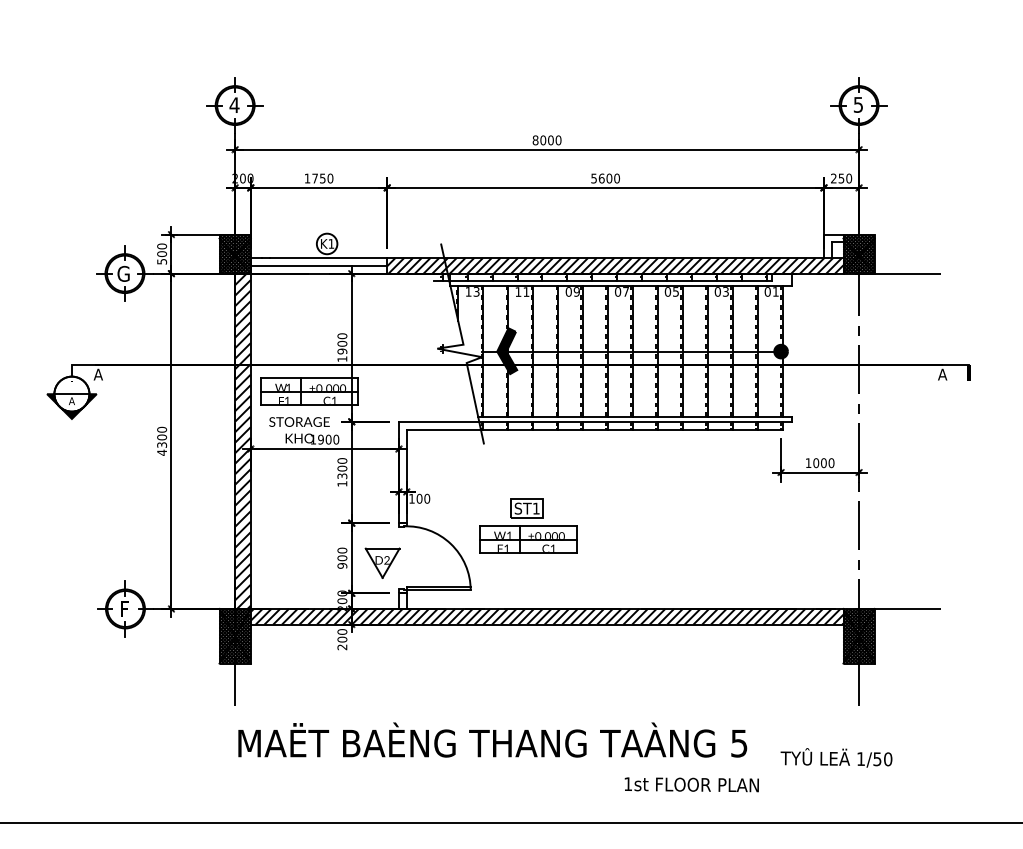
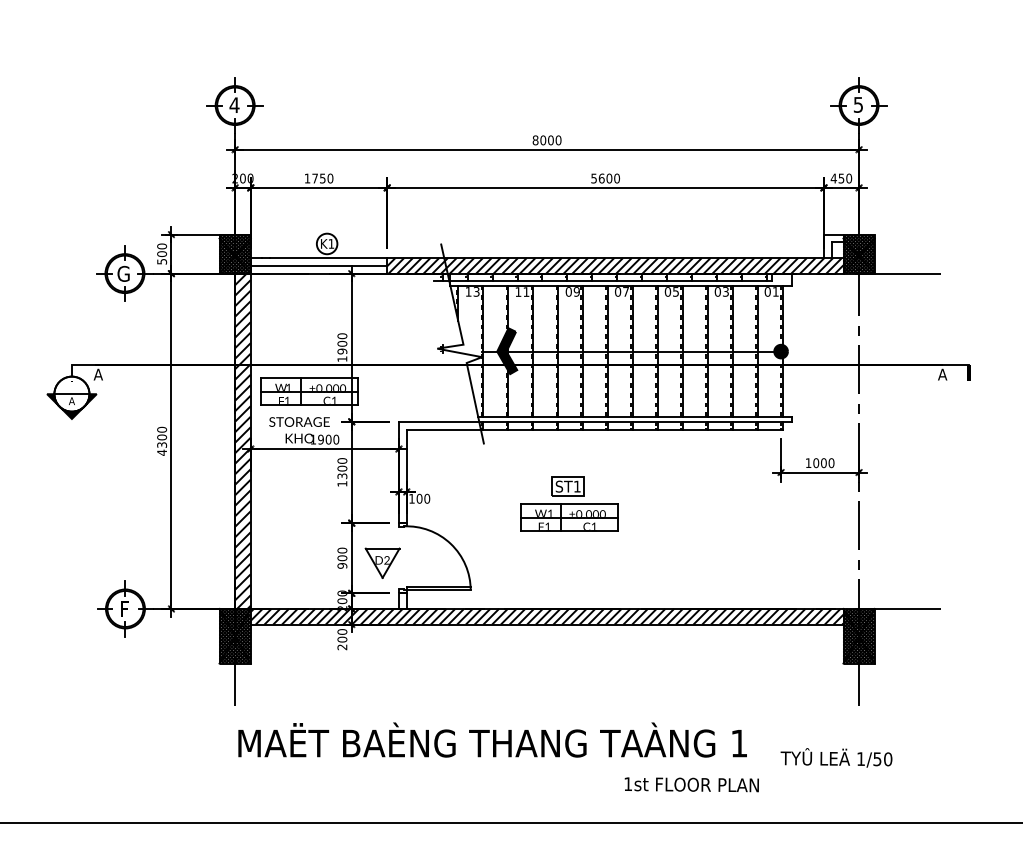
text at (833, 178): 250 -> 450
part at (528, 525) position: (528, 525) -> (569, 503)
text at (739, 743): 5 -> 1
